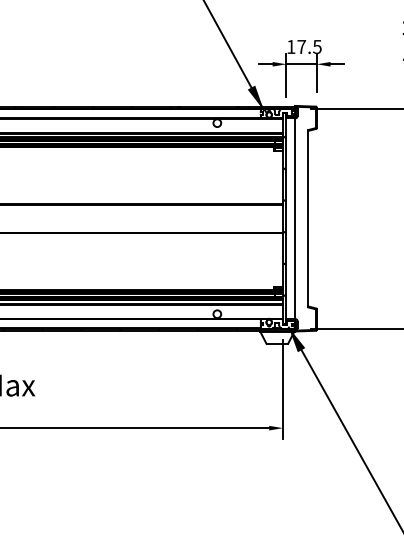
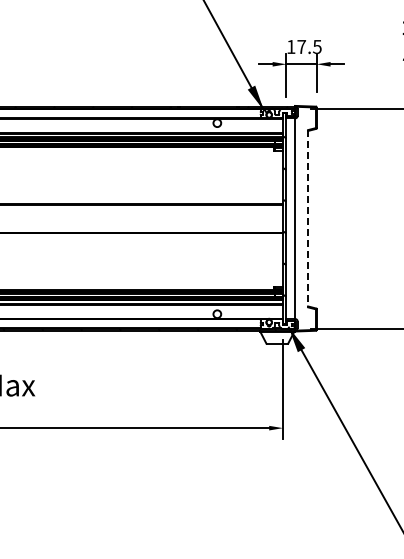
line at (308, 218): solid -> dashed
